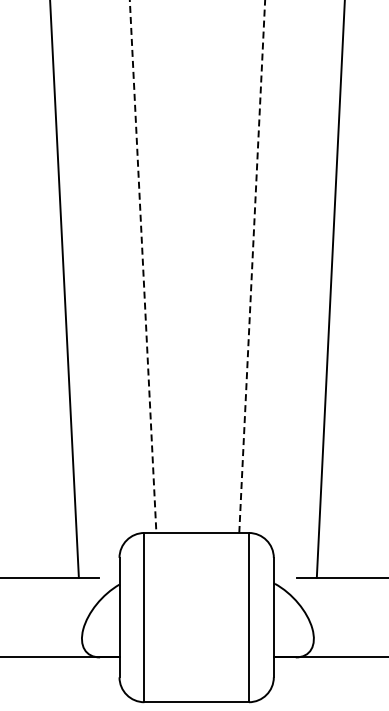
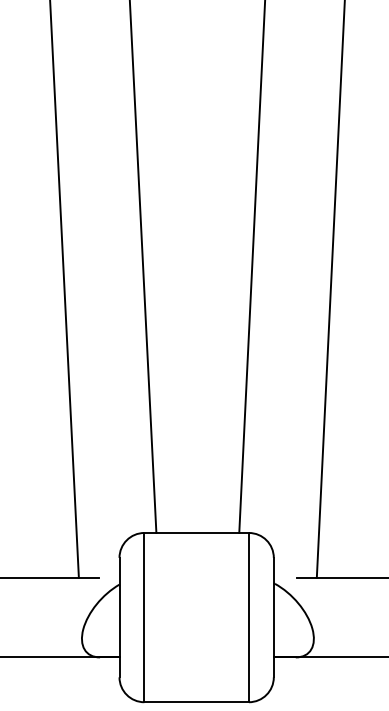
line at (252, 266): dashed -> solid
line at (143, 267): dashed -> solid
